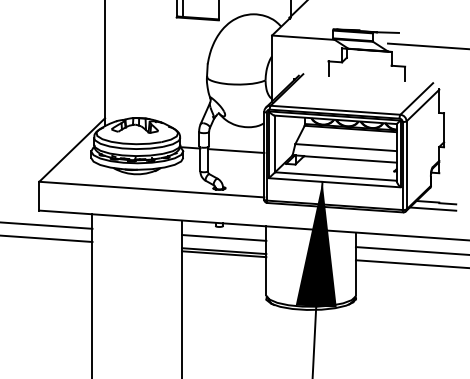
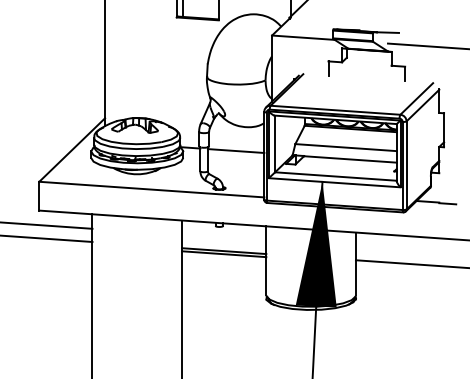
line at (432, 208): present -> none
line at (224, 237): present -> none
line at (410, 250): present -> none
